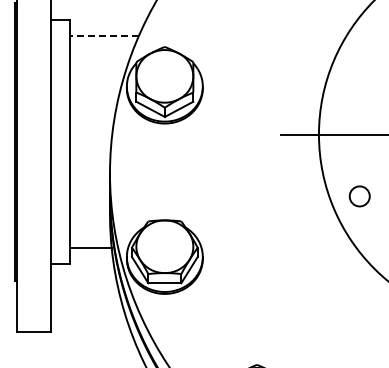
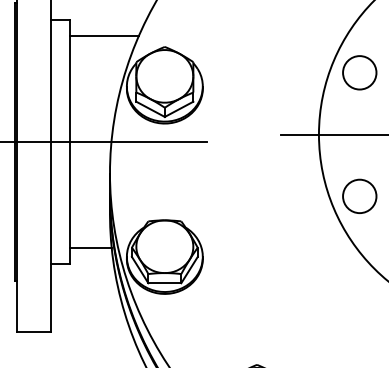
line at (104, 36): dashed -> solid
circle at (359, 72): none -> present
line at (104, 141): none -> present
circle at (359, 196) diameter: 20 px -> 33 px
